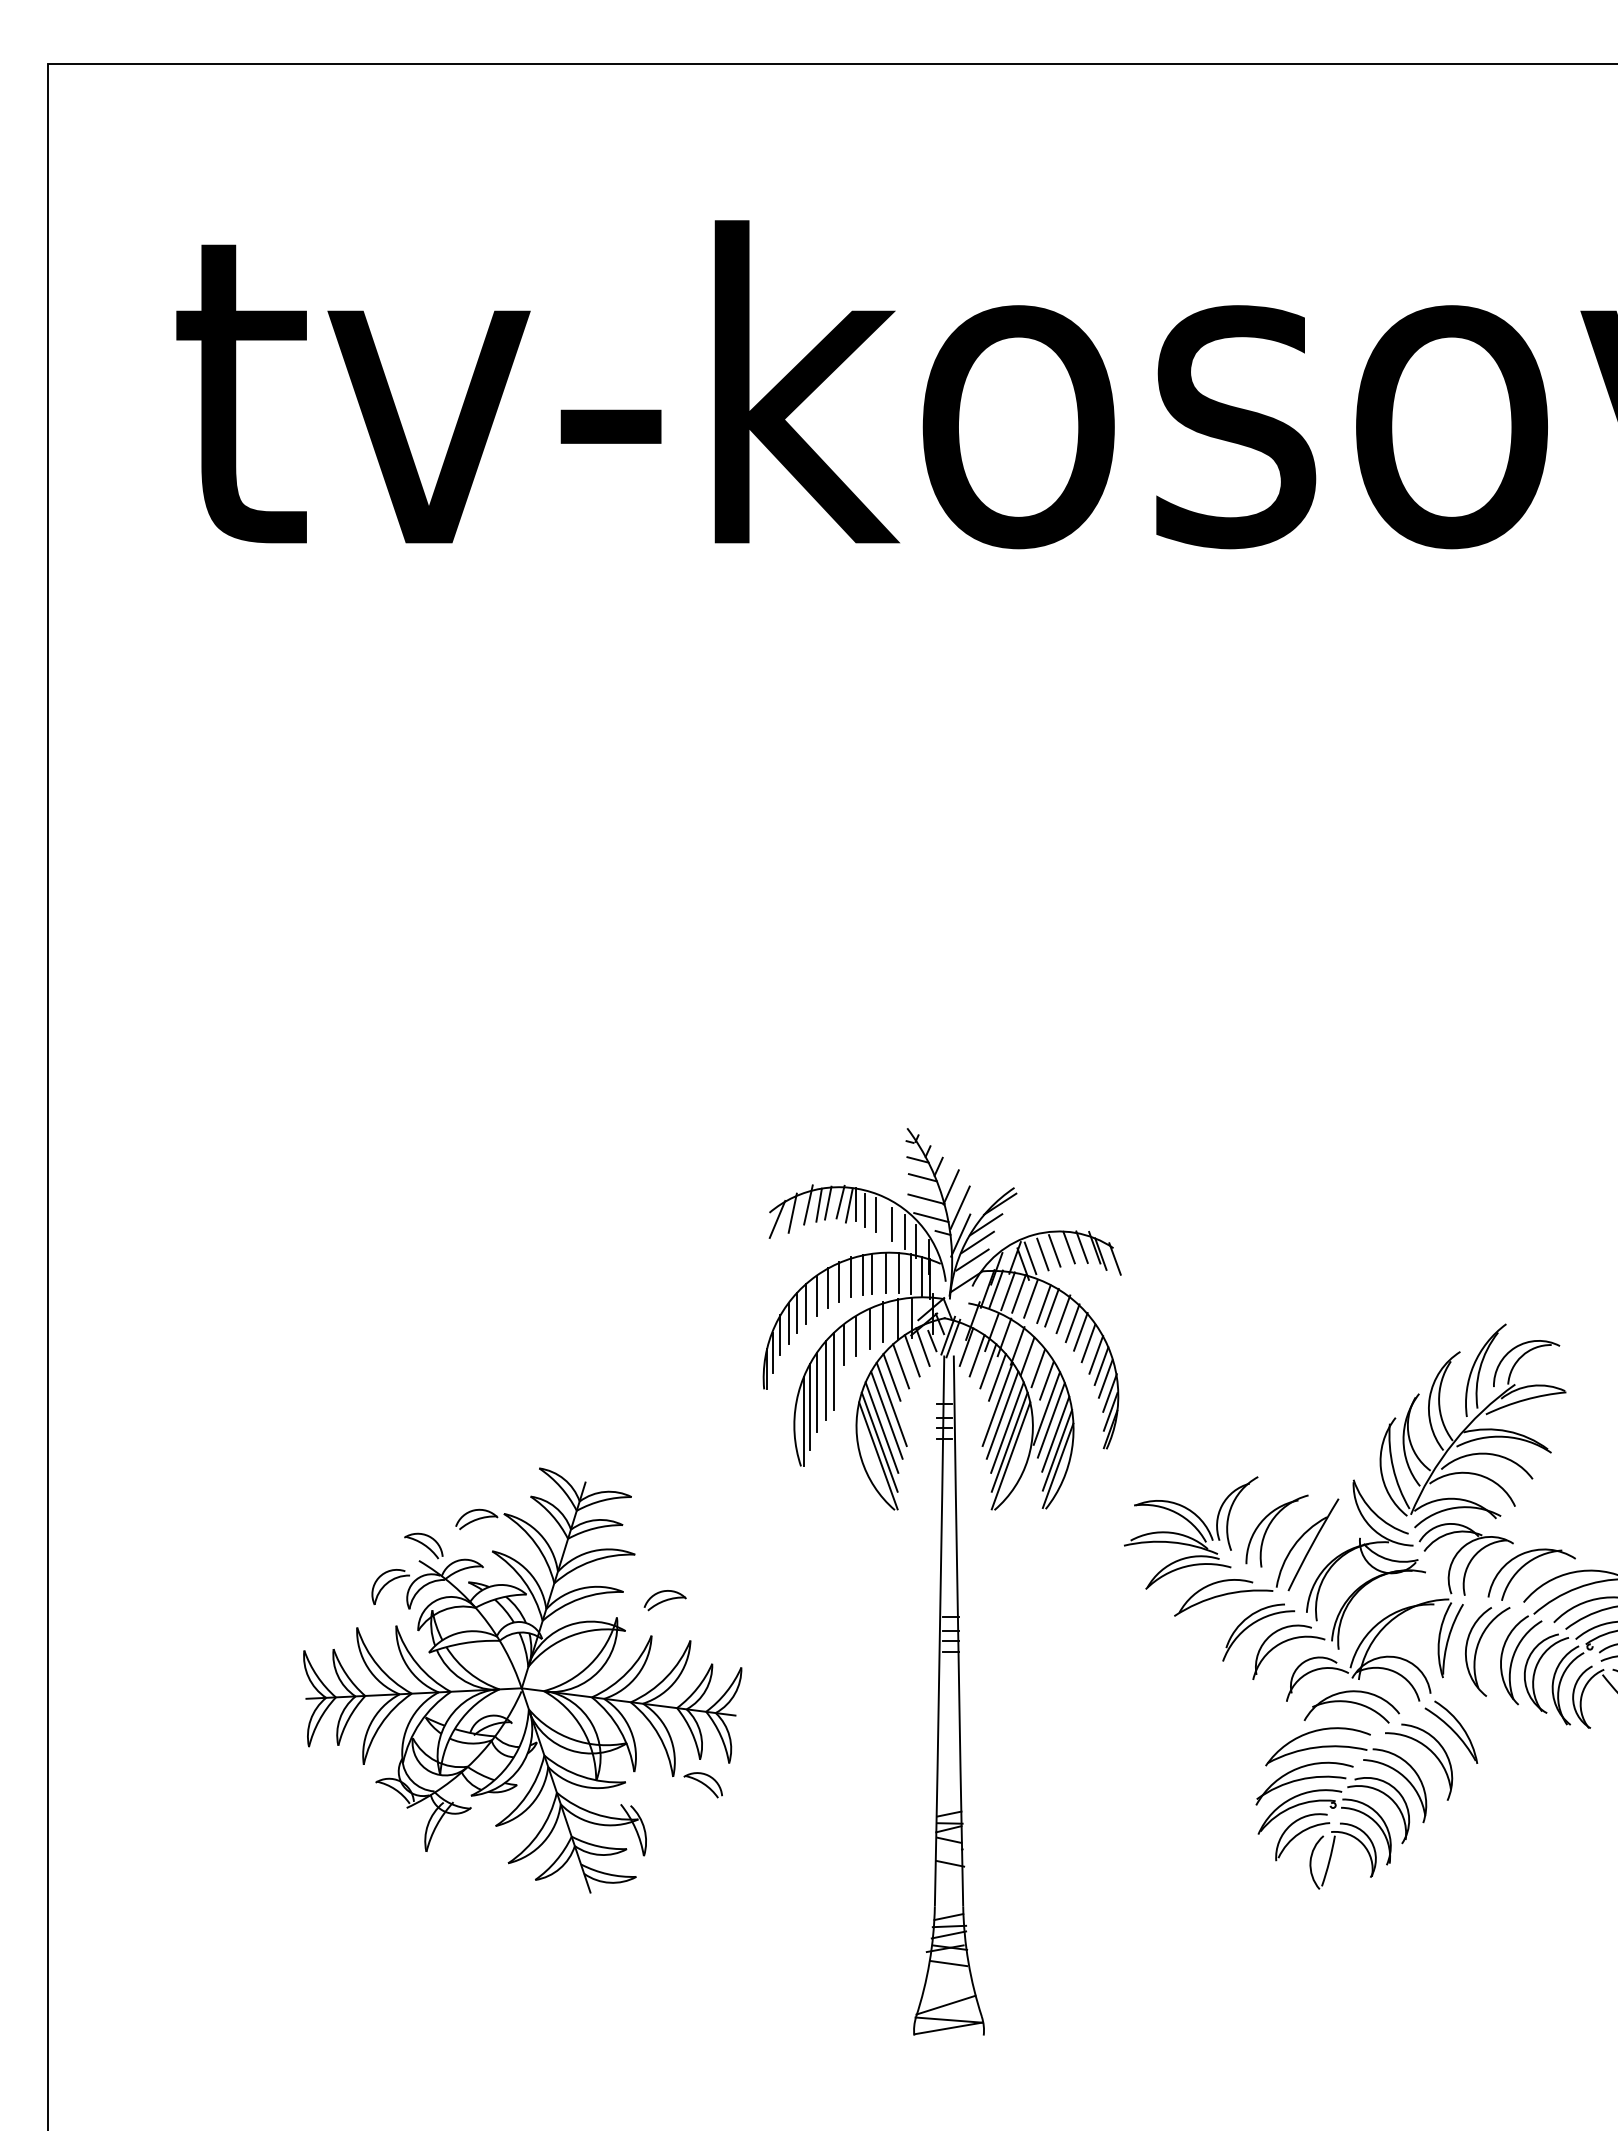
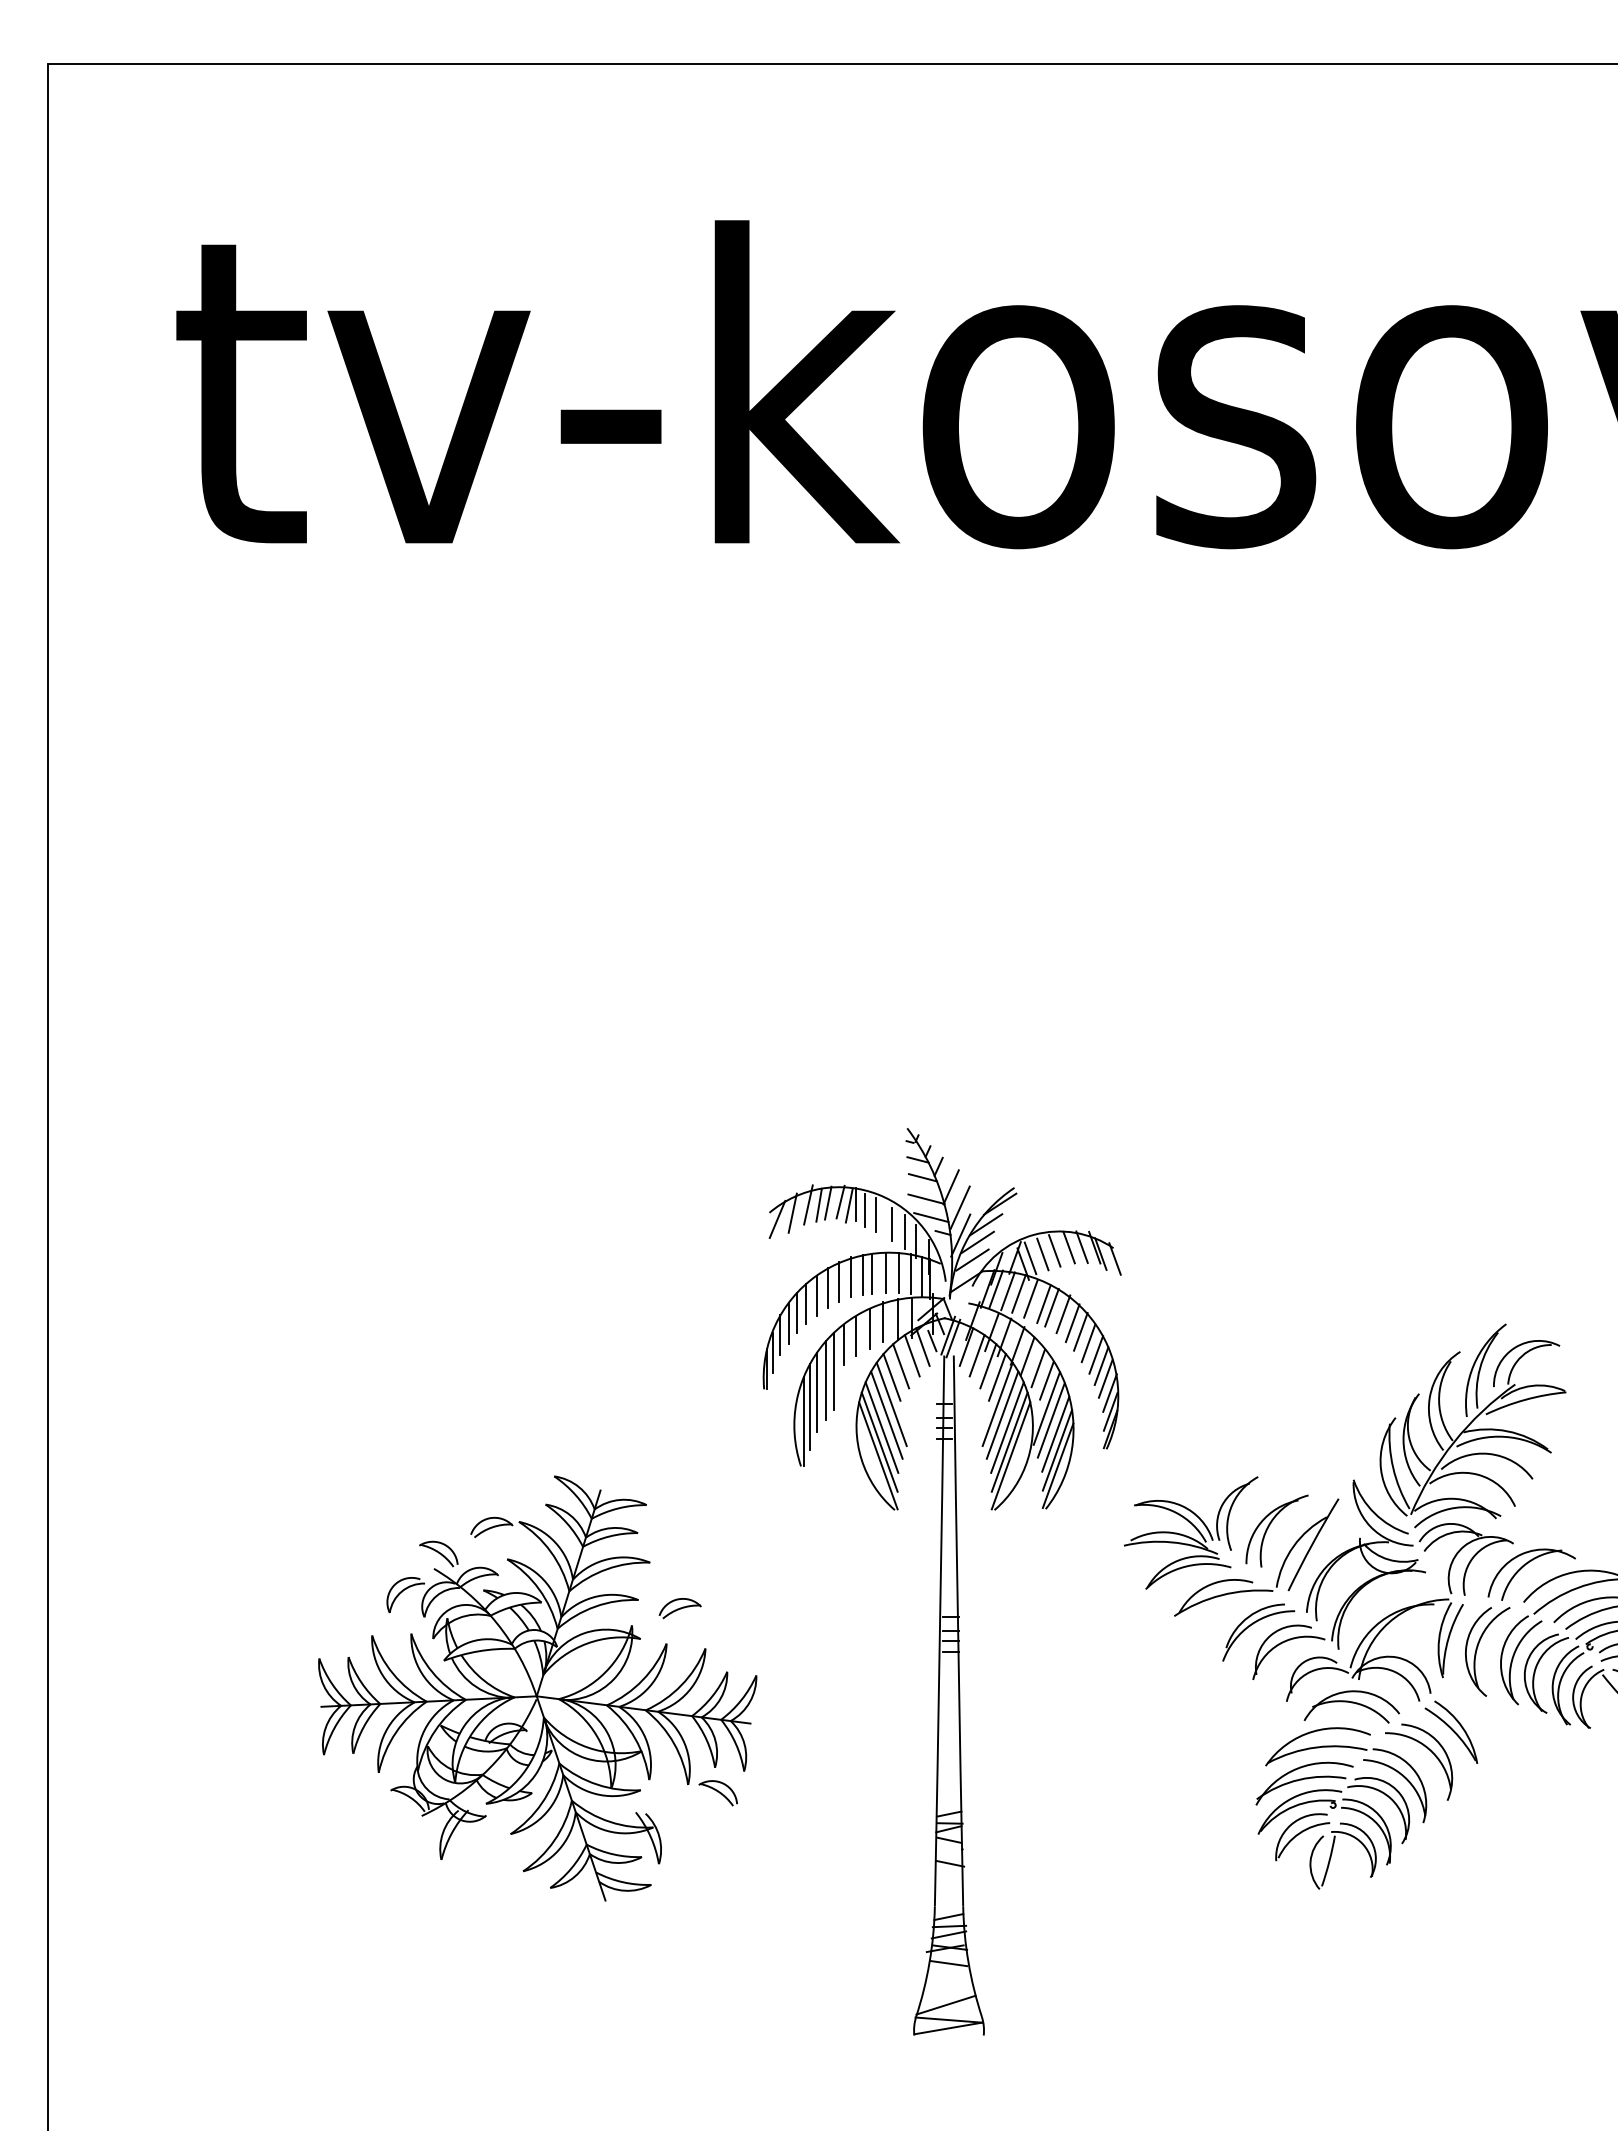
part at (522, 1680) position: (522, 1680) -> (537, 1688)
